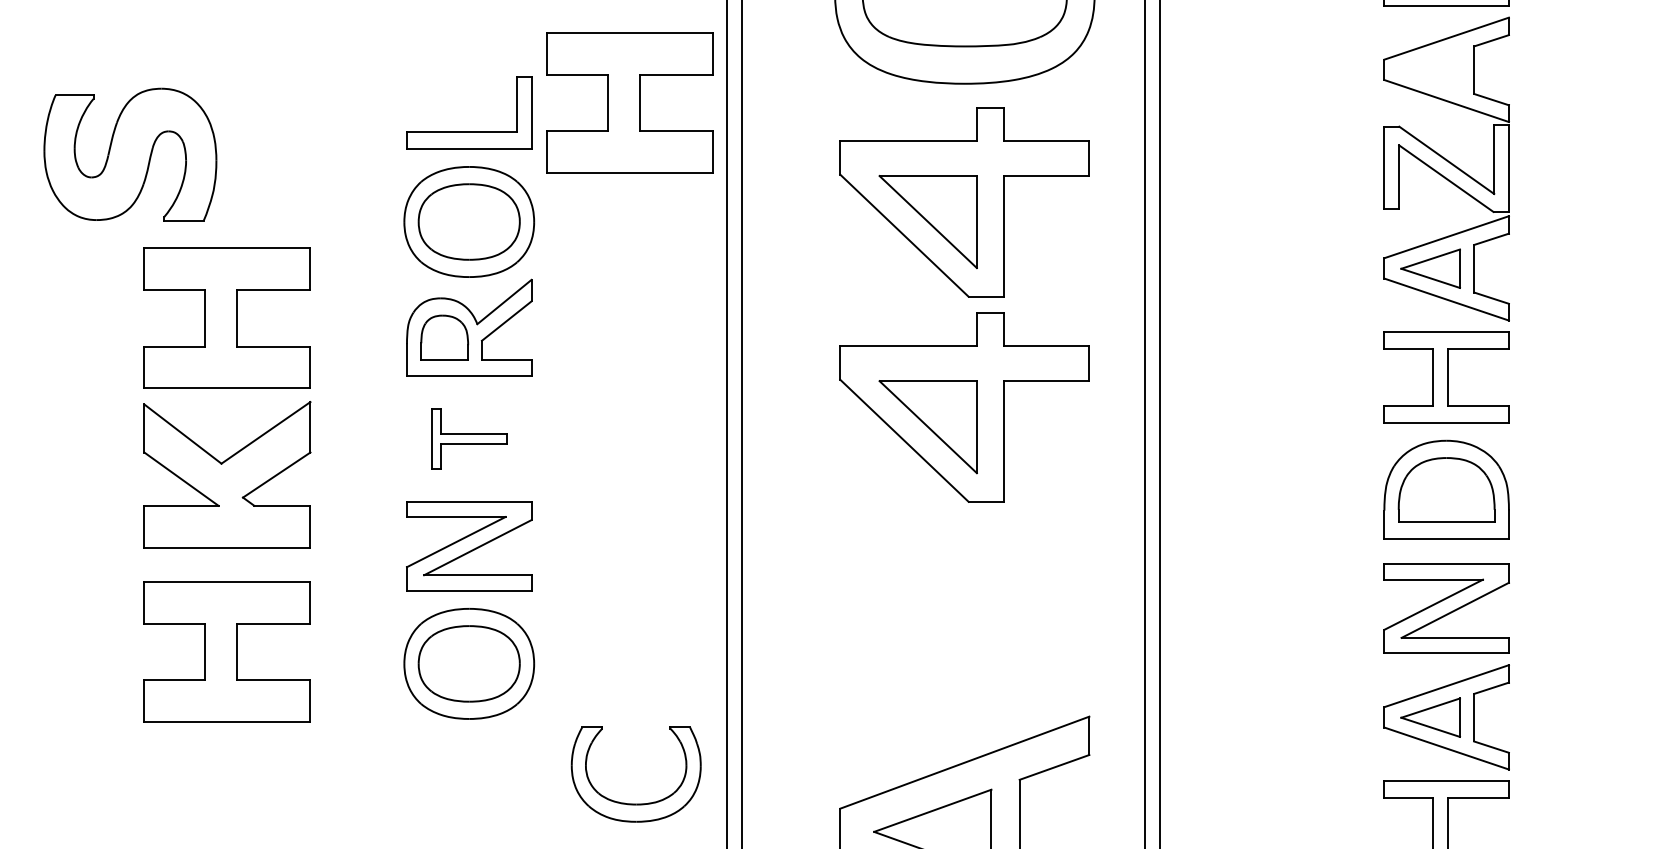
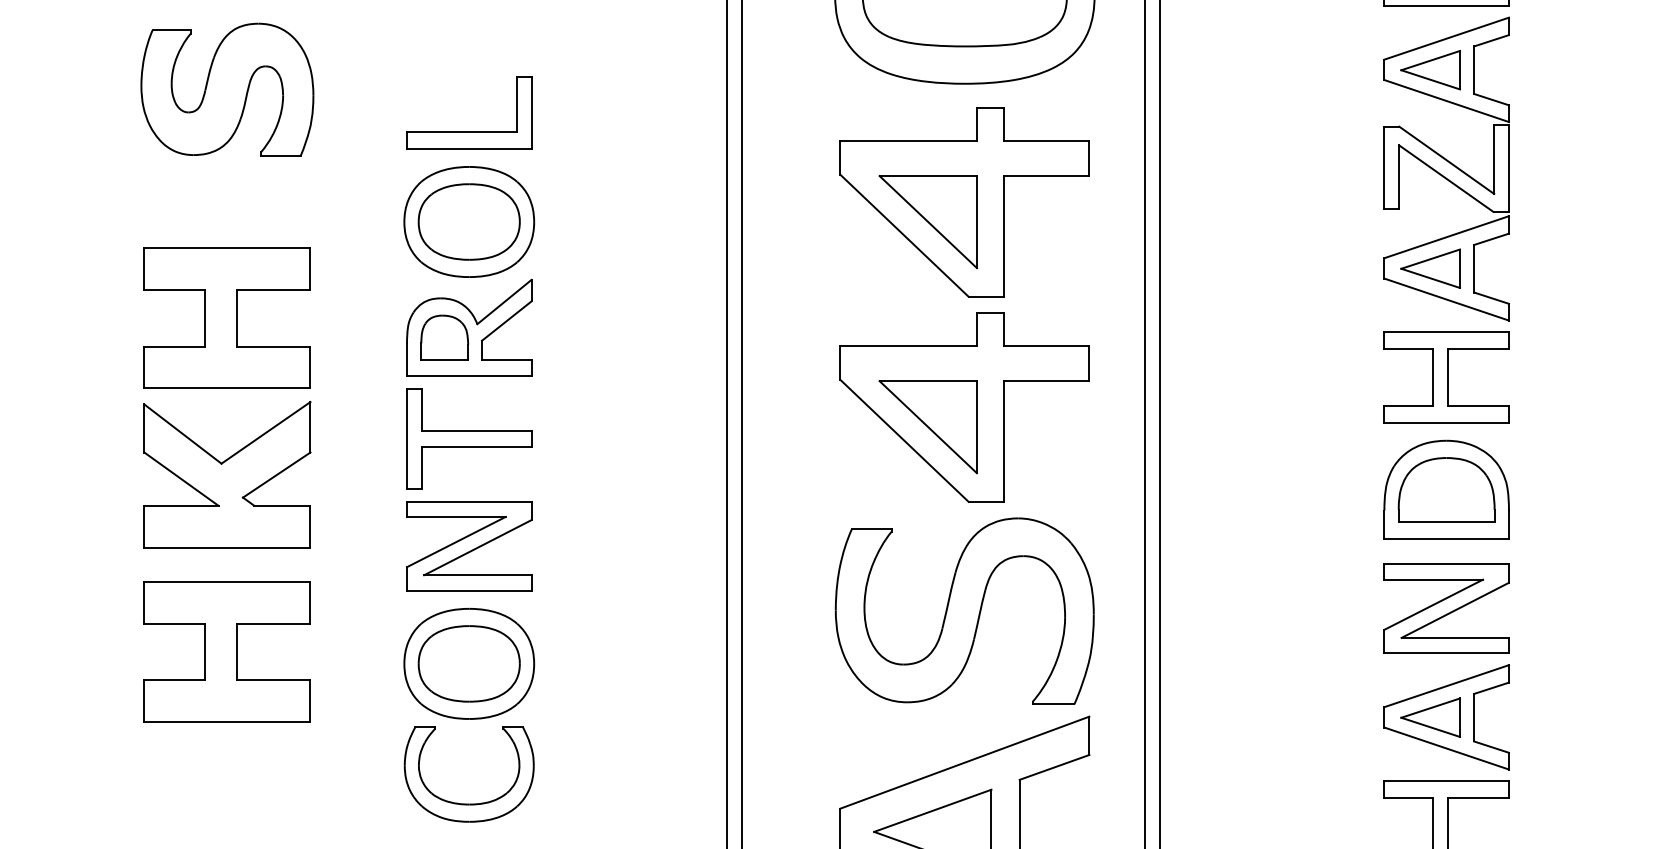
part at (1430, 70): none -> present
part at (629, 102): present -> none
part at (130, 154) position: (130, 154) -> (227, 89)
part at (469, 438) size: 77x62 px -> 127x102 px
part at (964, 610): none -> present
part at (635, 803) position: (635, 803) -> (468, 803)
